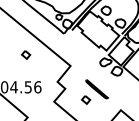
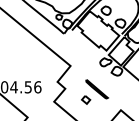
part at (26, 54): present -> none
